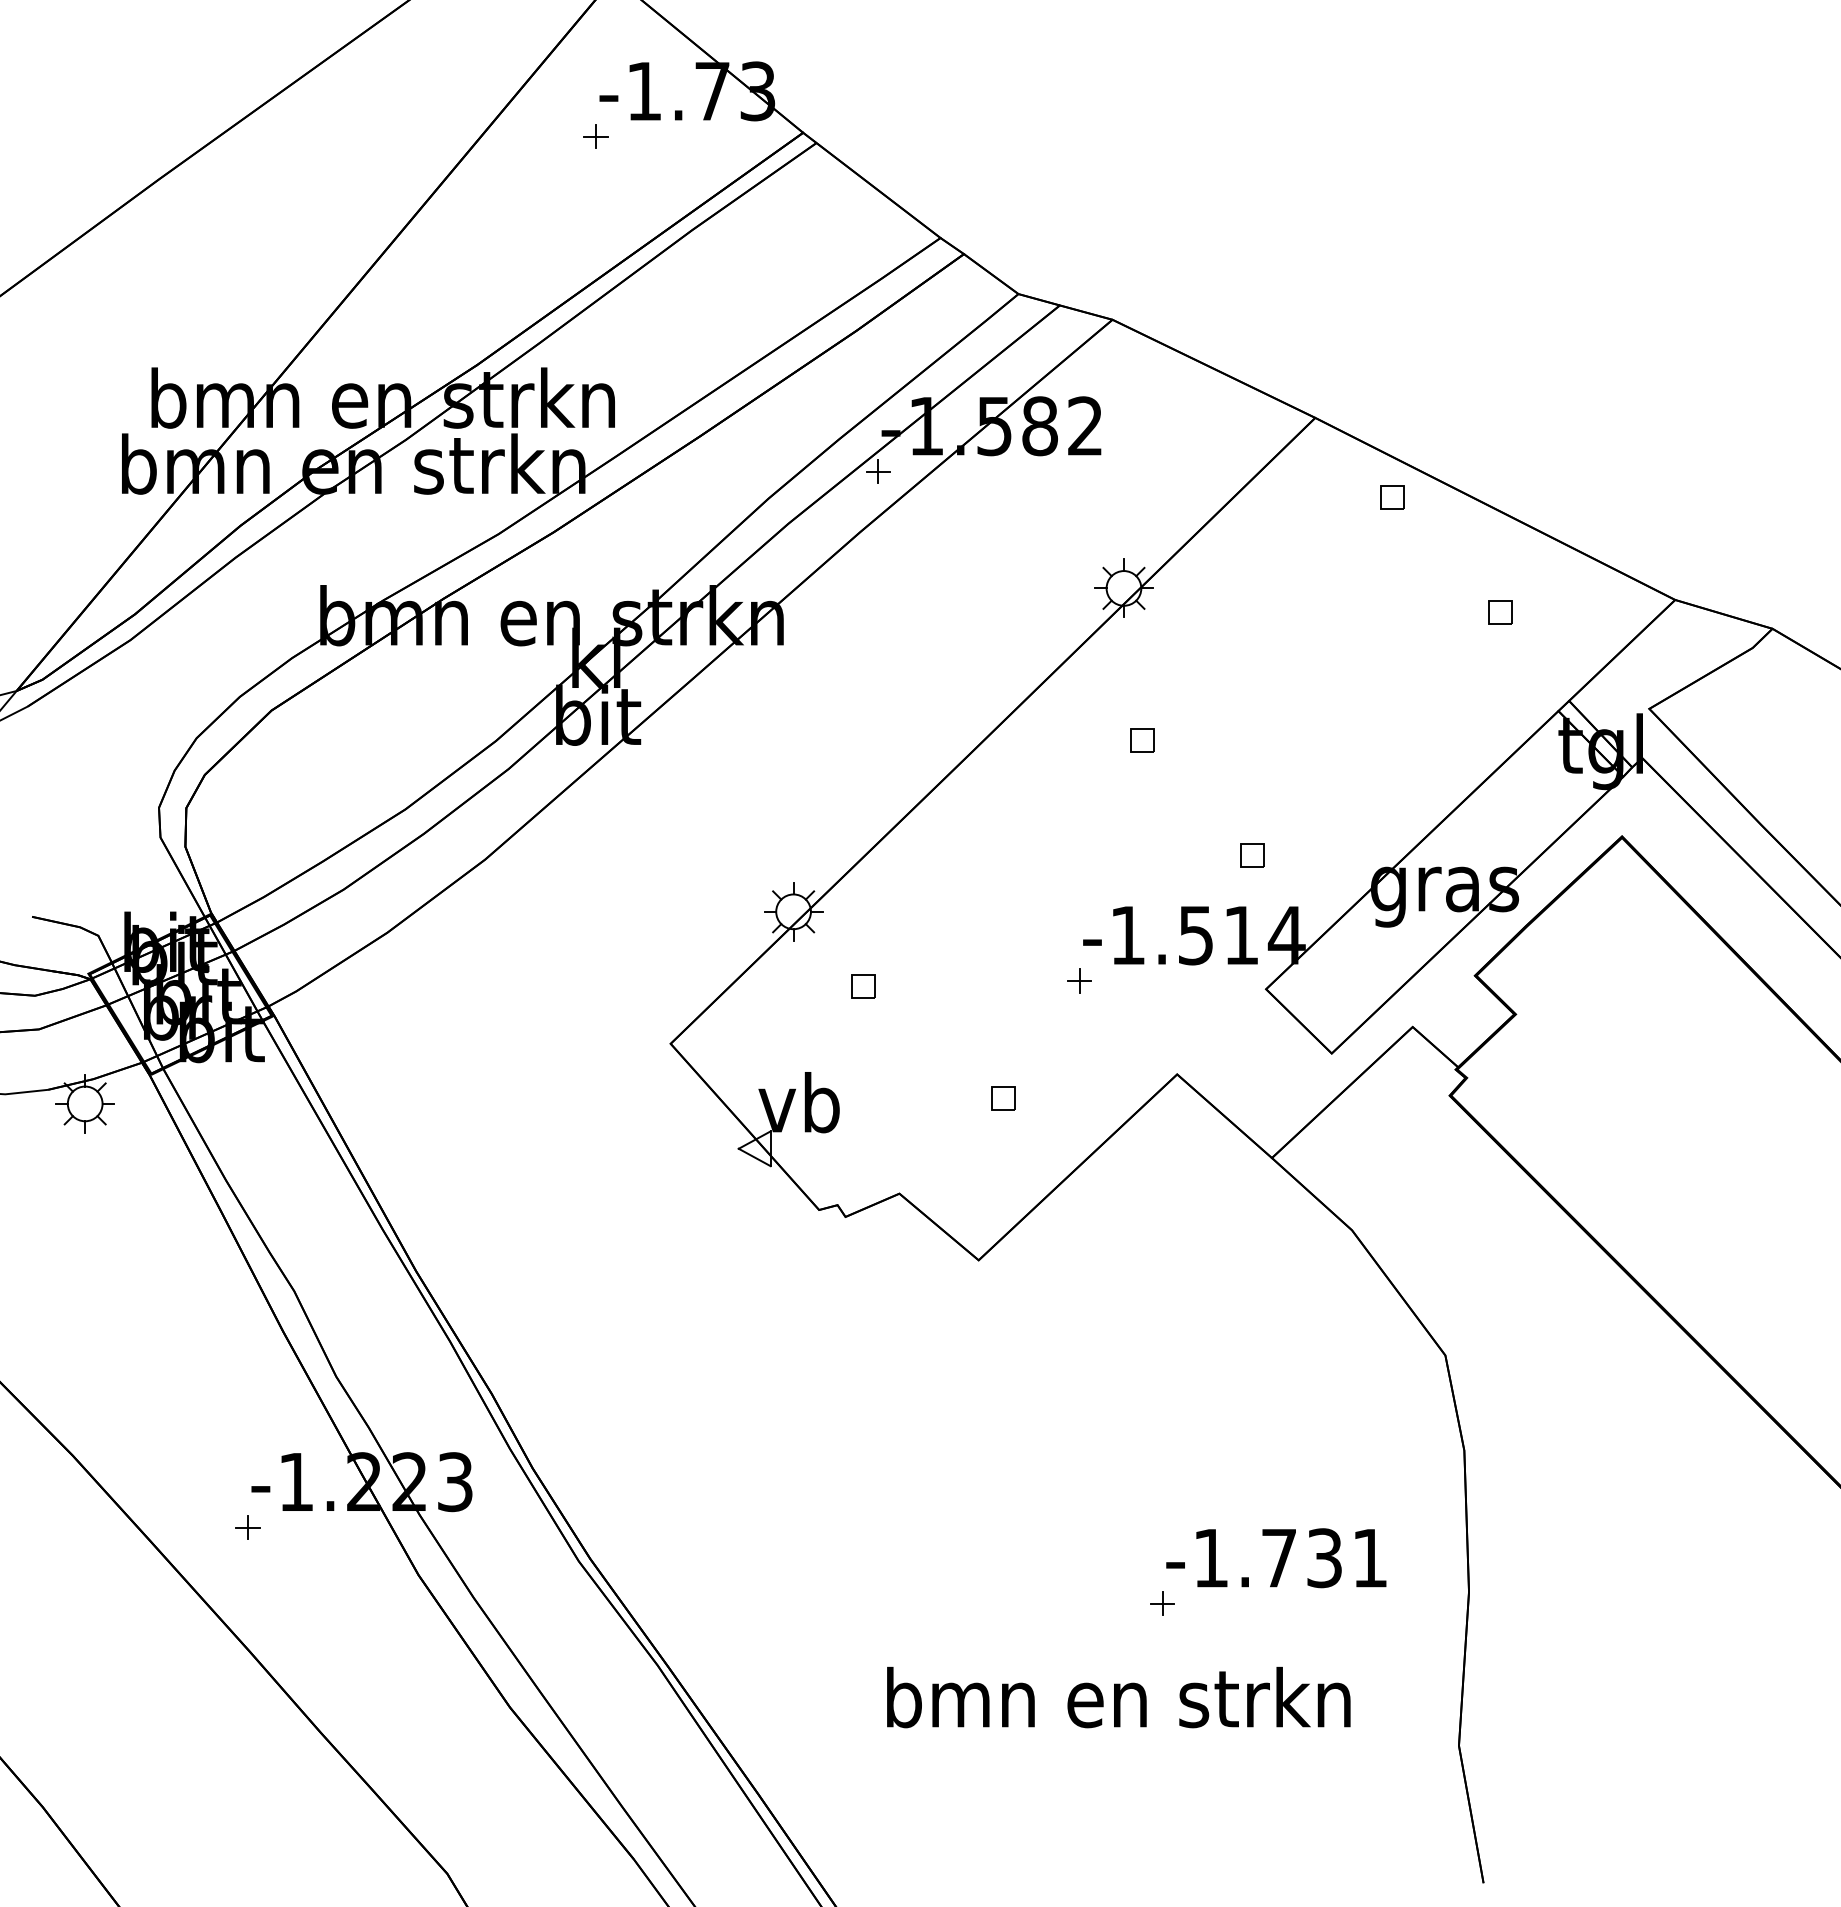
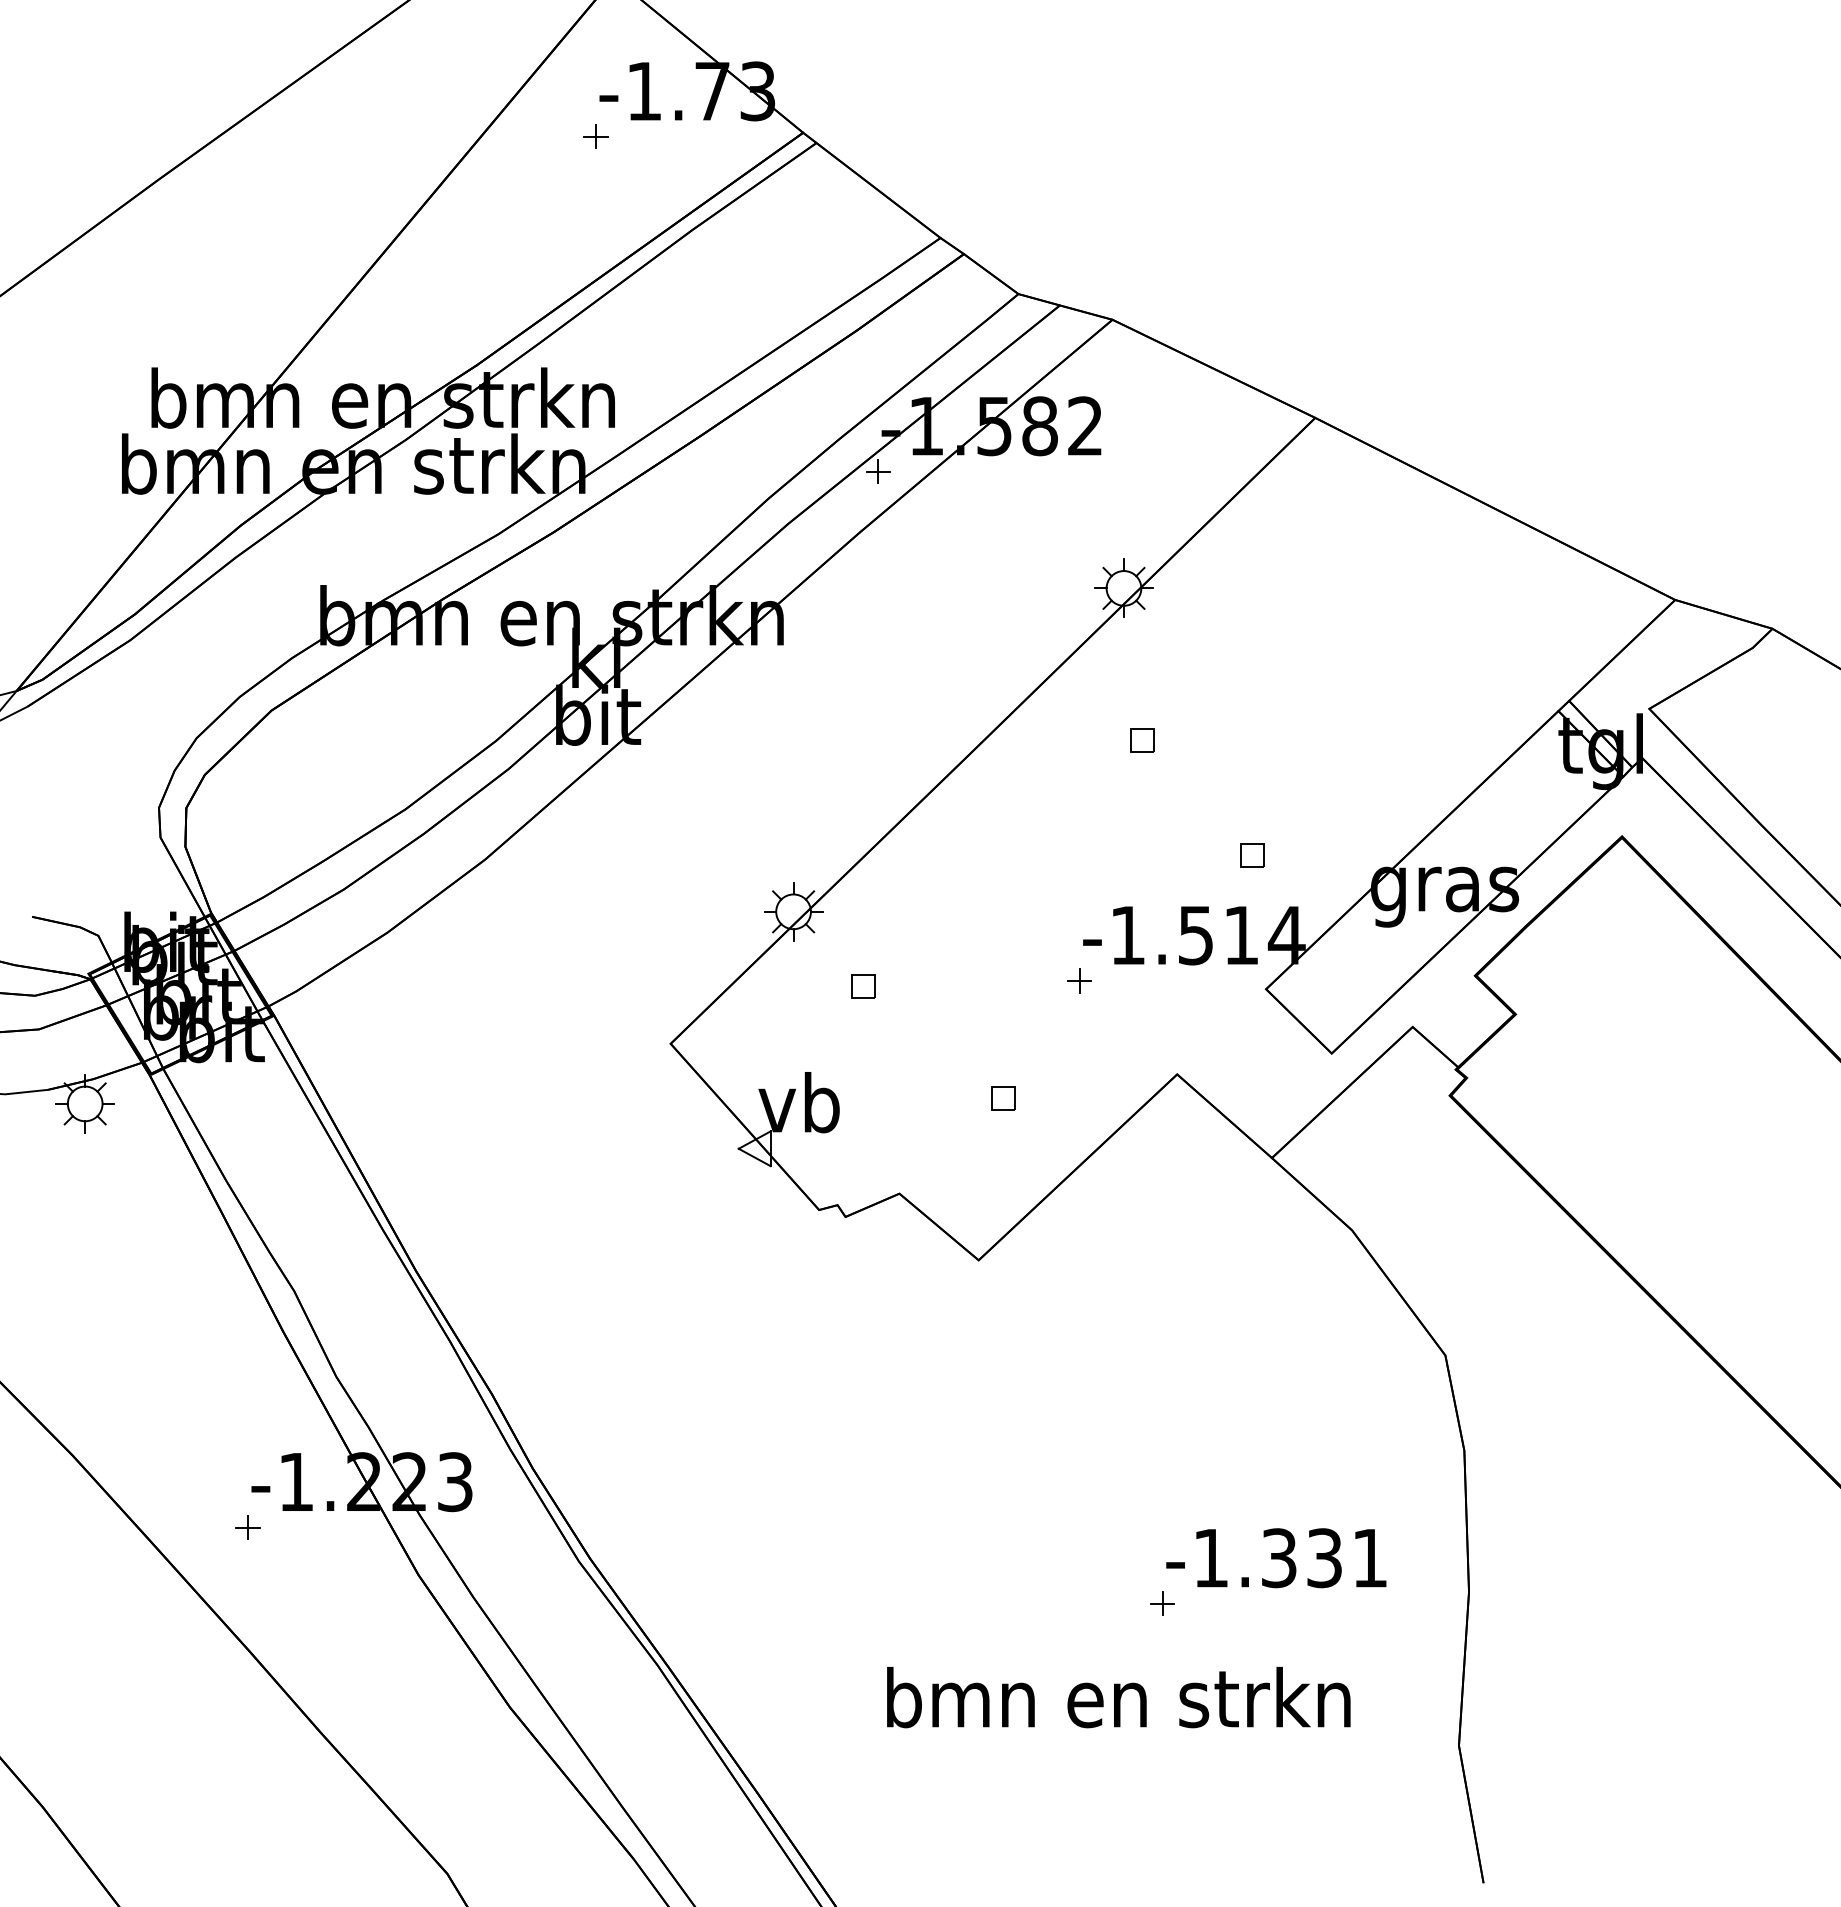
part at (1392, 497): present -> none
part at (1500, 612): present -> none
text at (1279, 1558): -1.731 -> -1.331
